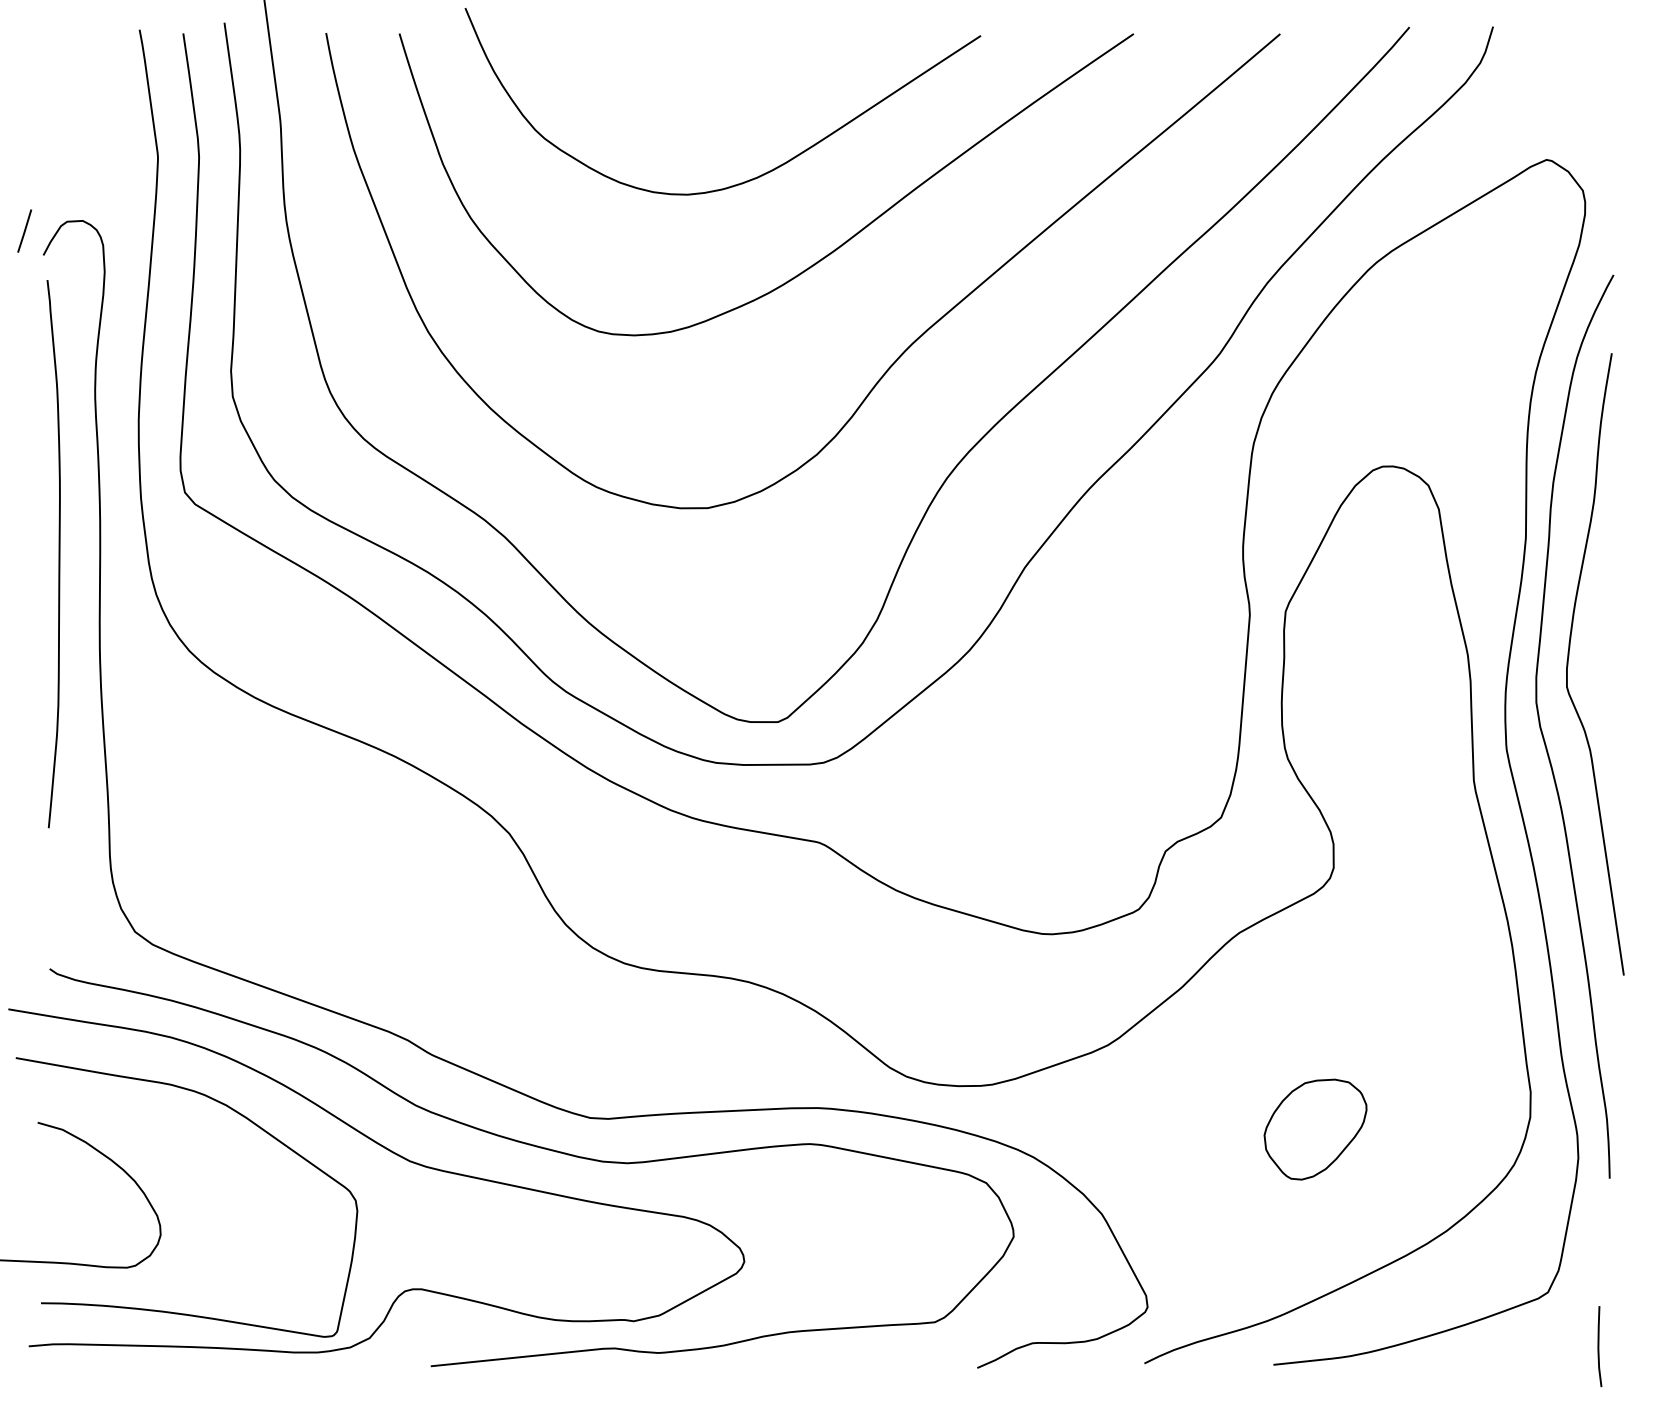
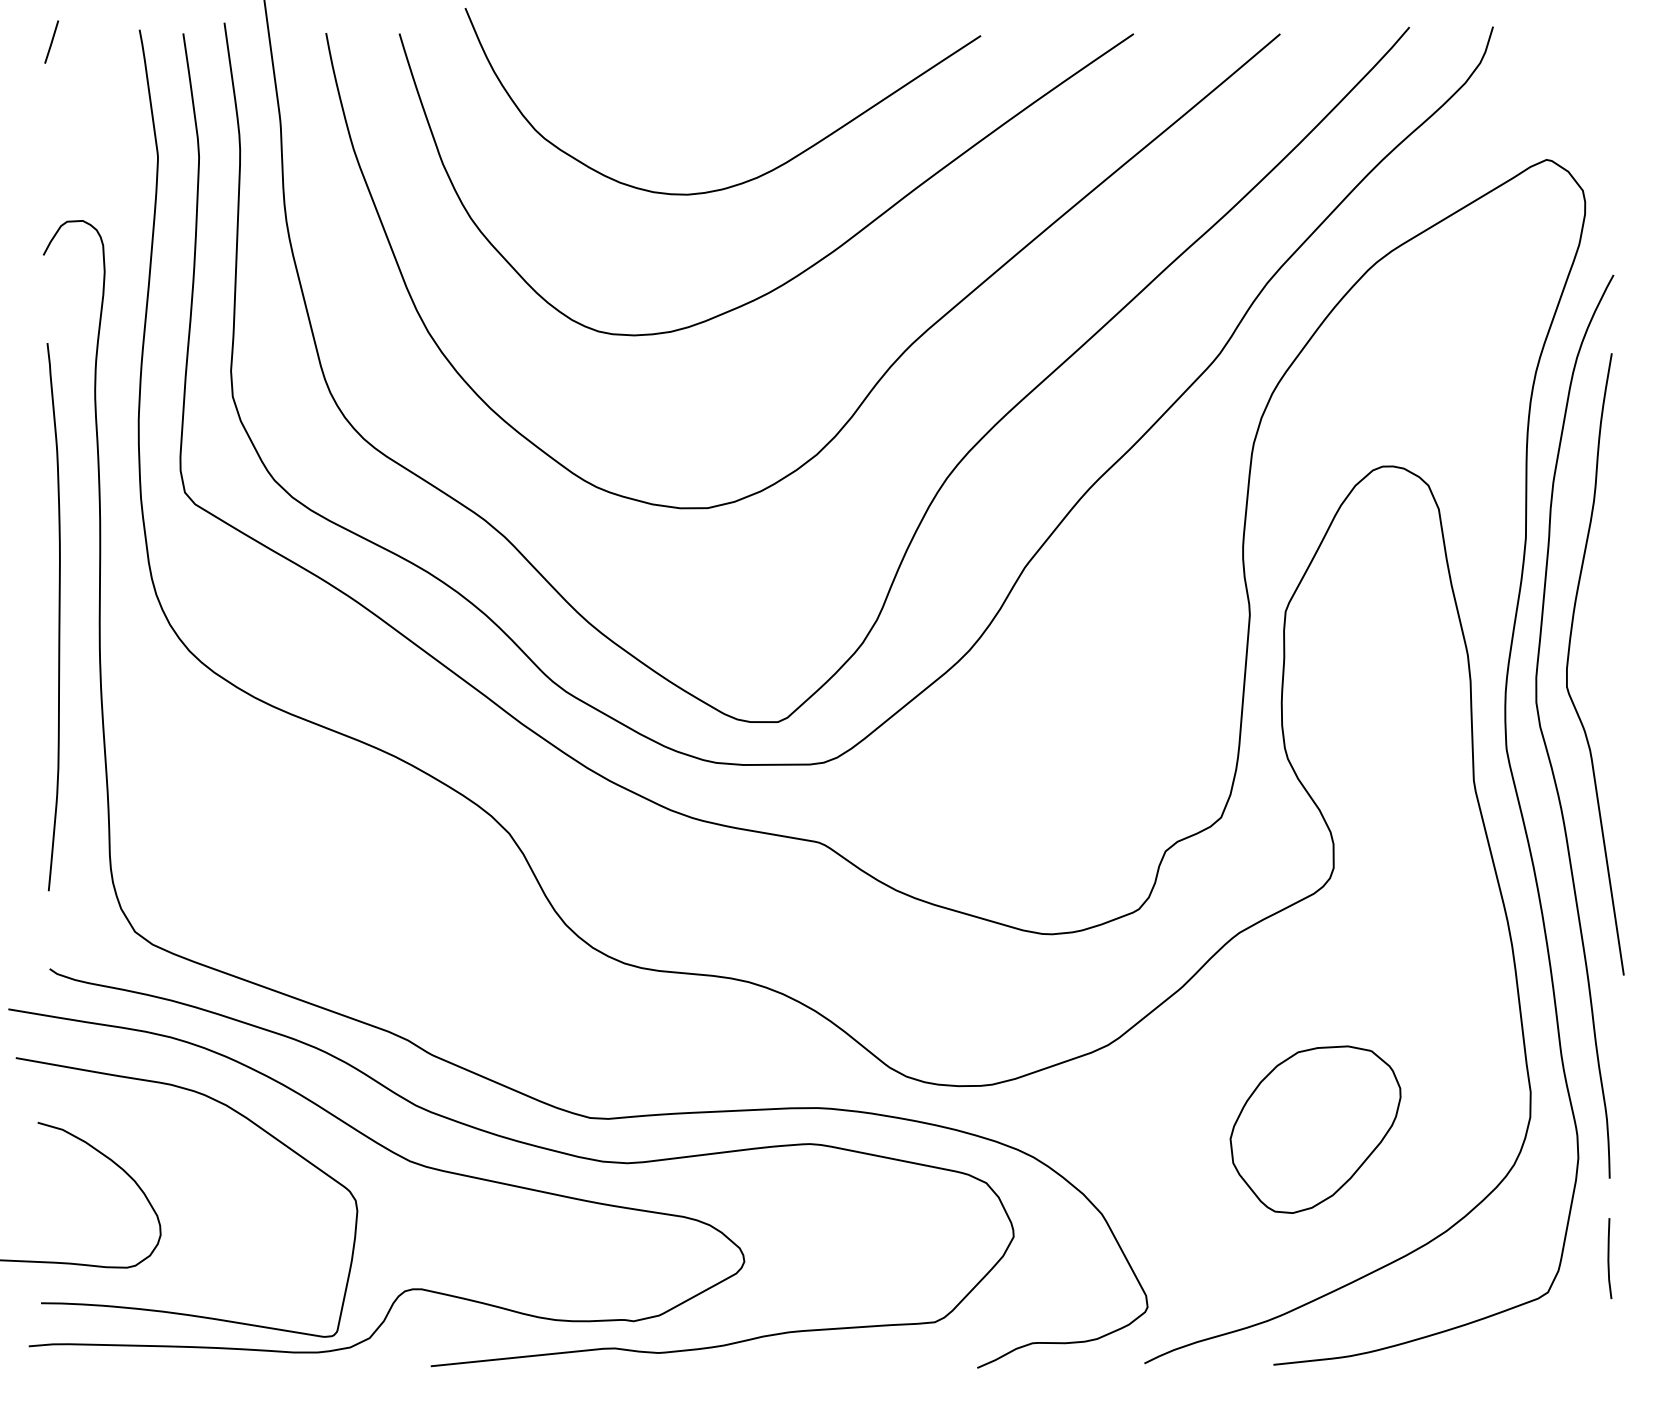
line at (24, 230) position: (24, 230) -> (51, 41)
curve at (58, 554) position: (58, 554) -> (58, 617)
part at (1315, 1129) size: 105x103 px -> 173x169 px
line at (1599, 1346) position: (1599, 1346) -> (1609, 1258)
